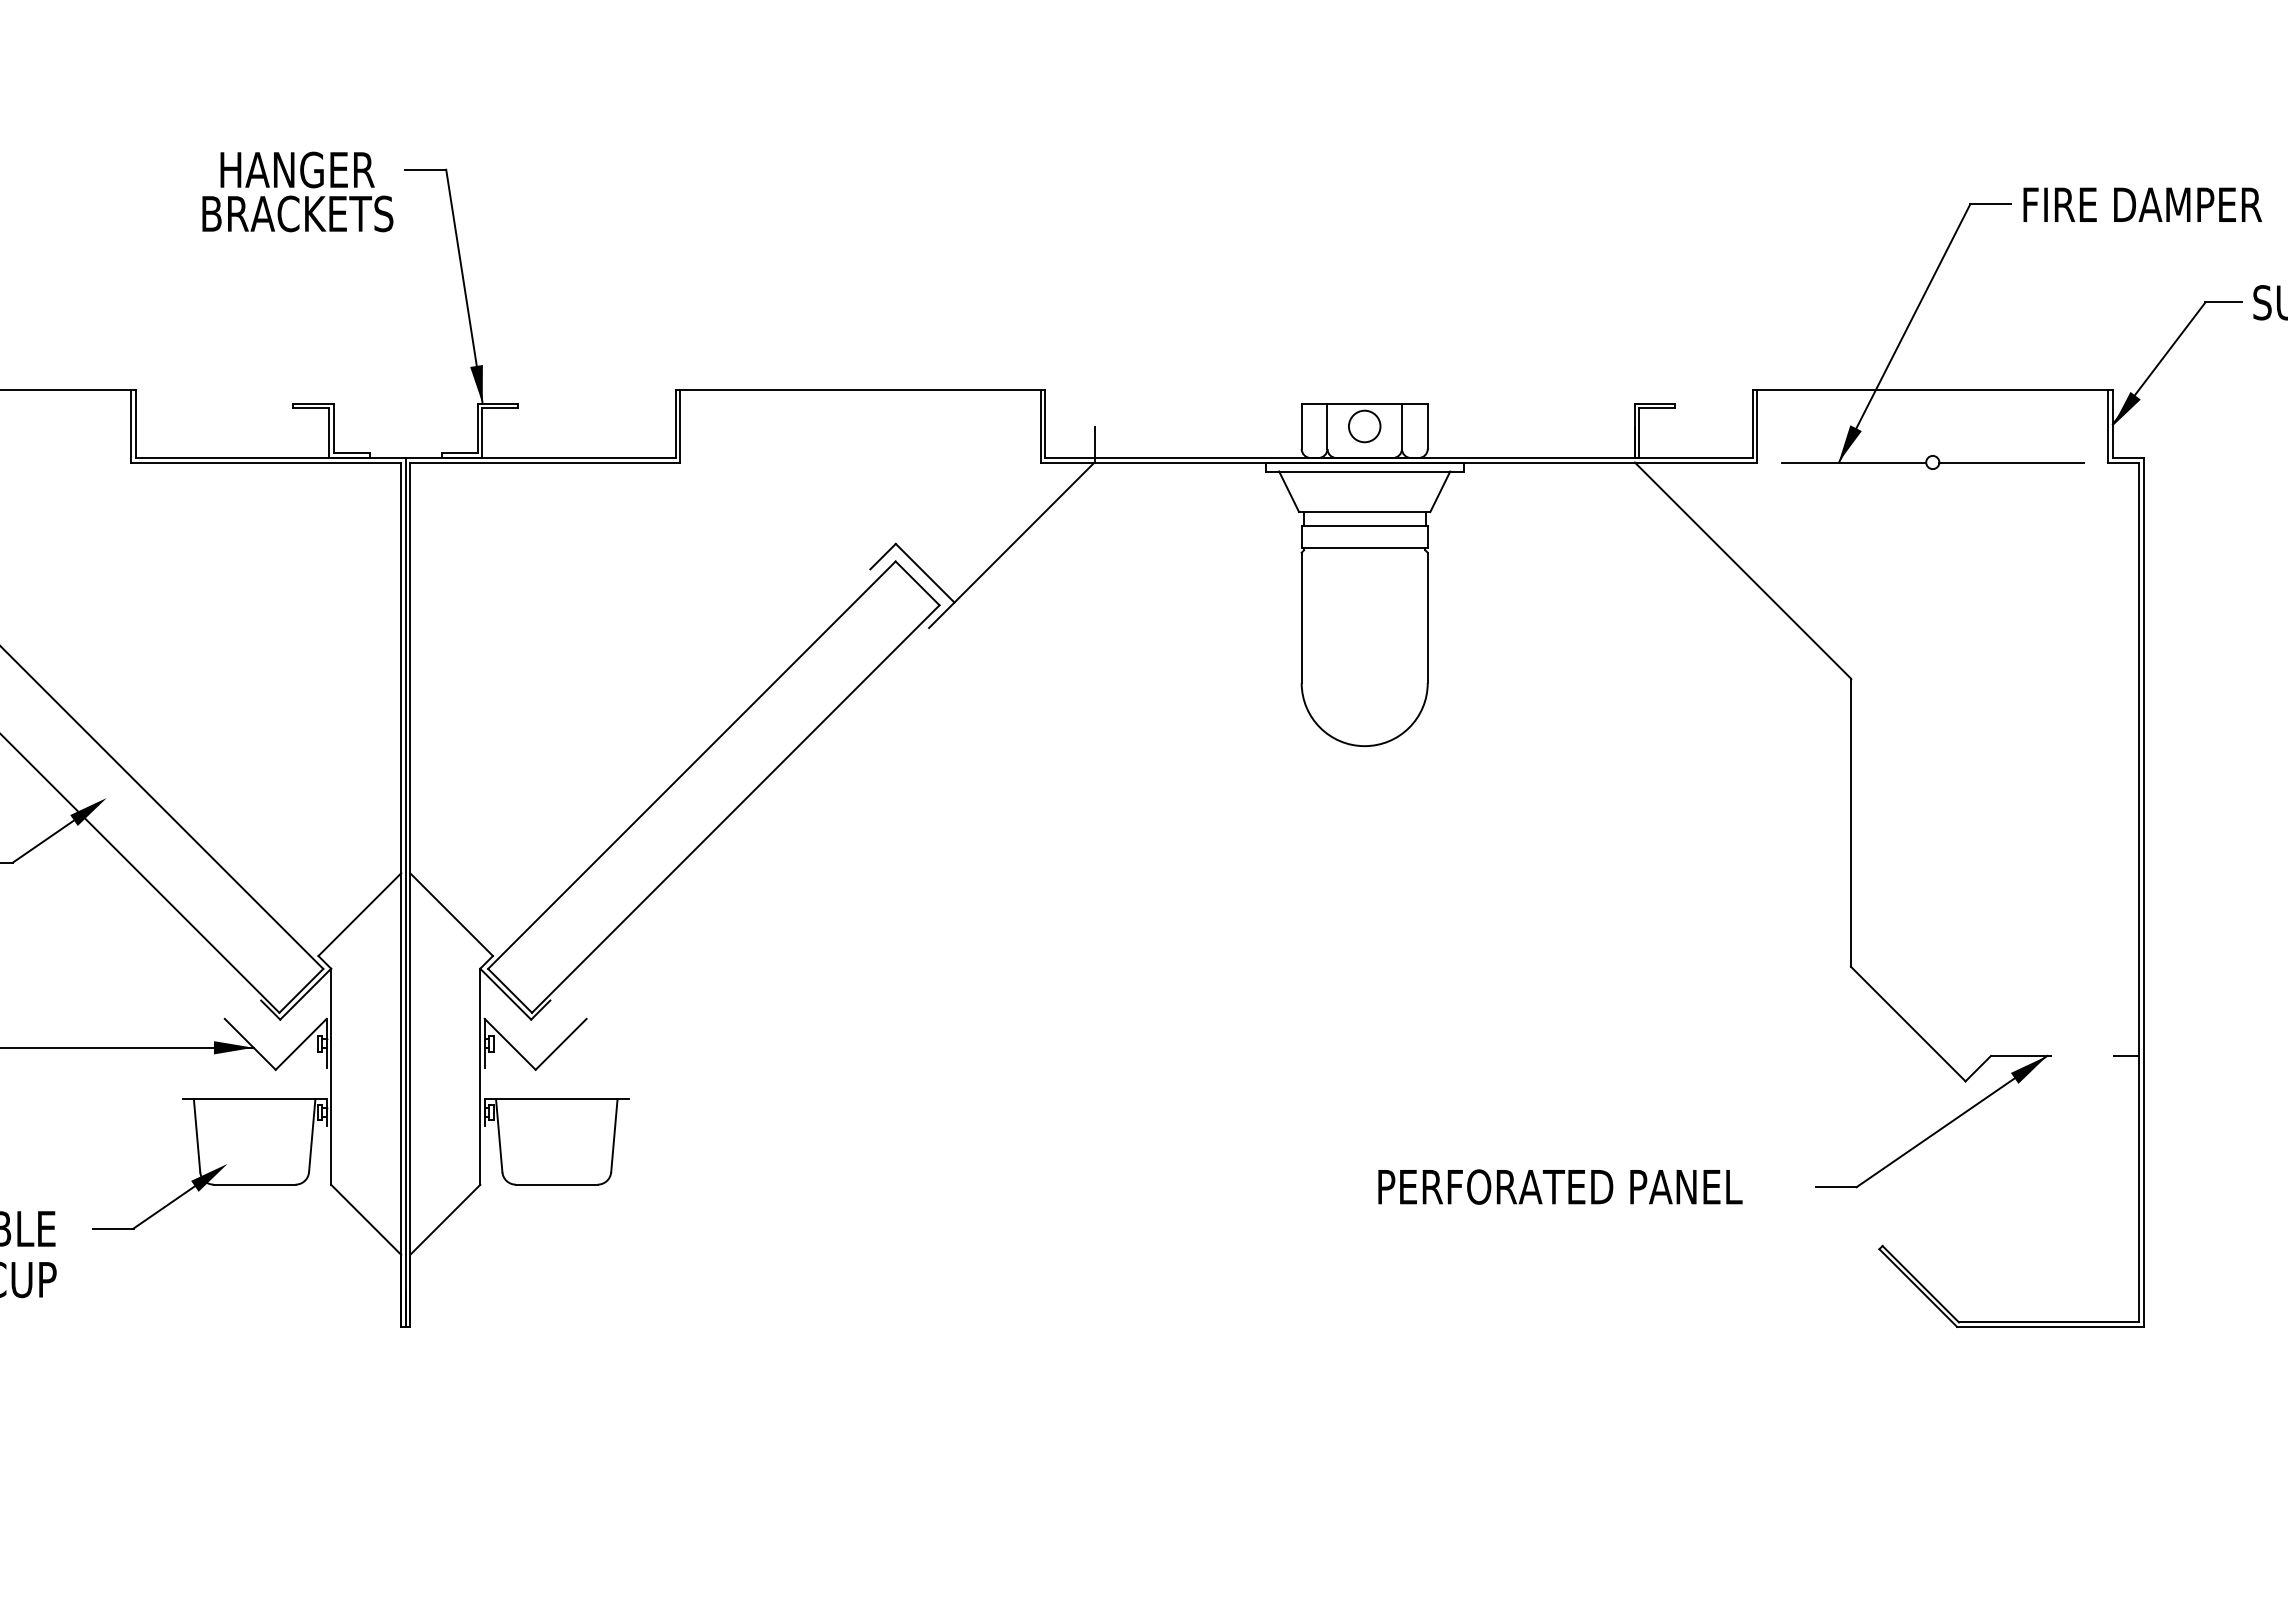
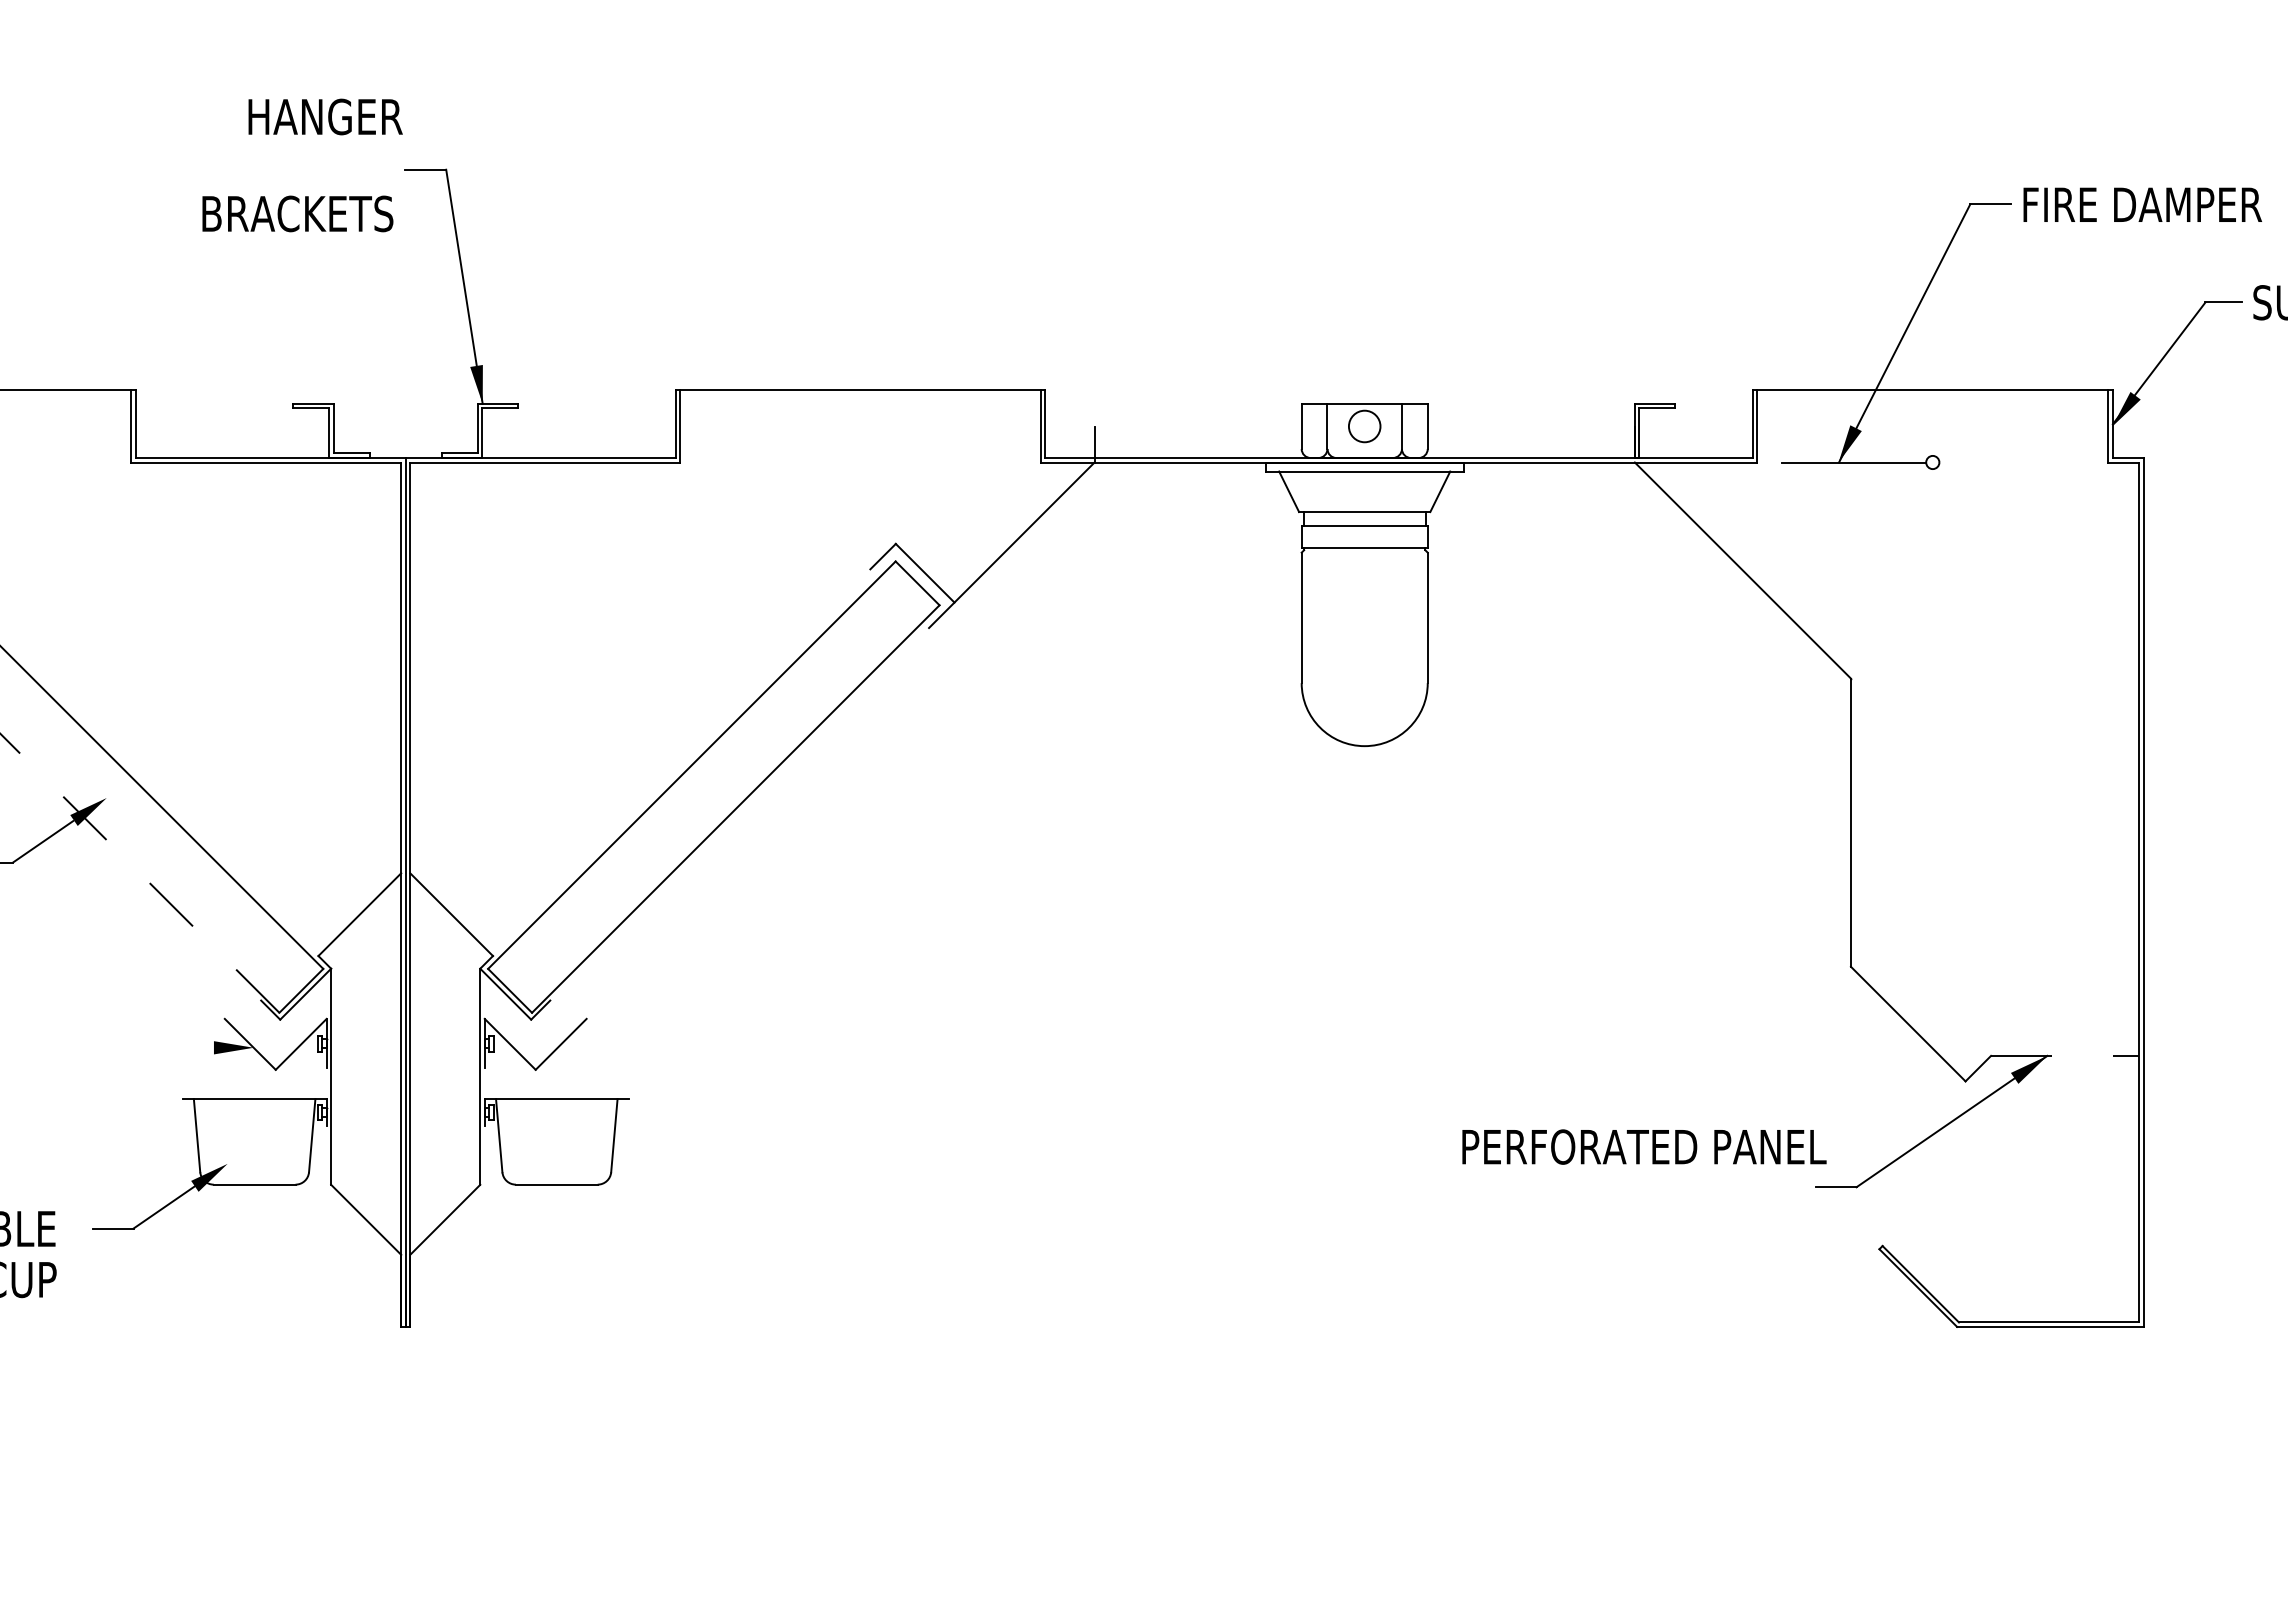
text at (297, 169) position: (297, 169) -> (325, 116)
line at (2011, 462): present -> none
line at (139, 872): solid -> dashed
line at (127, 1047): present -> none
text at (1560, 1186) position: (1560, 1186) -> (1644, 1146)
